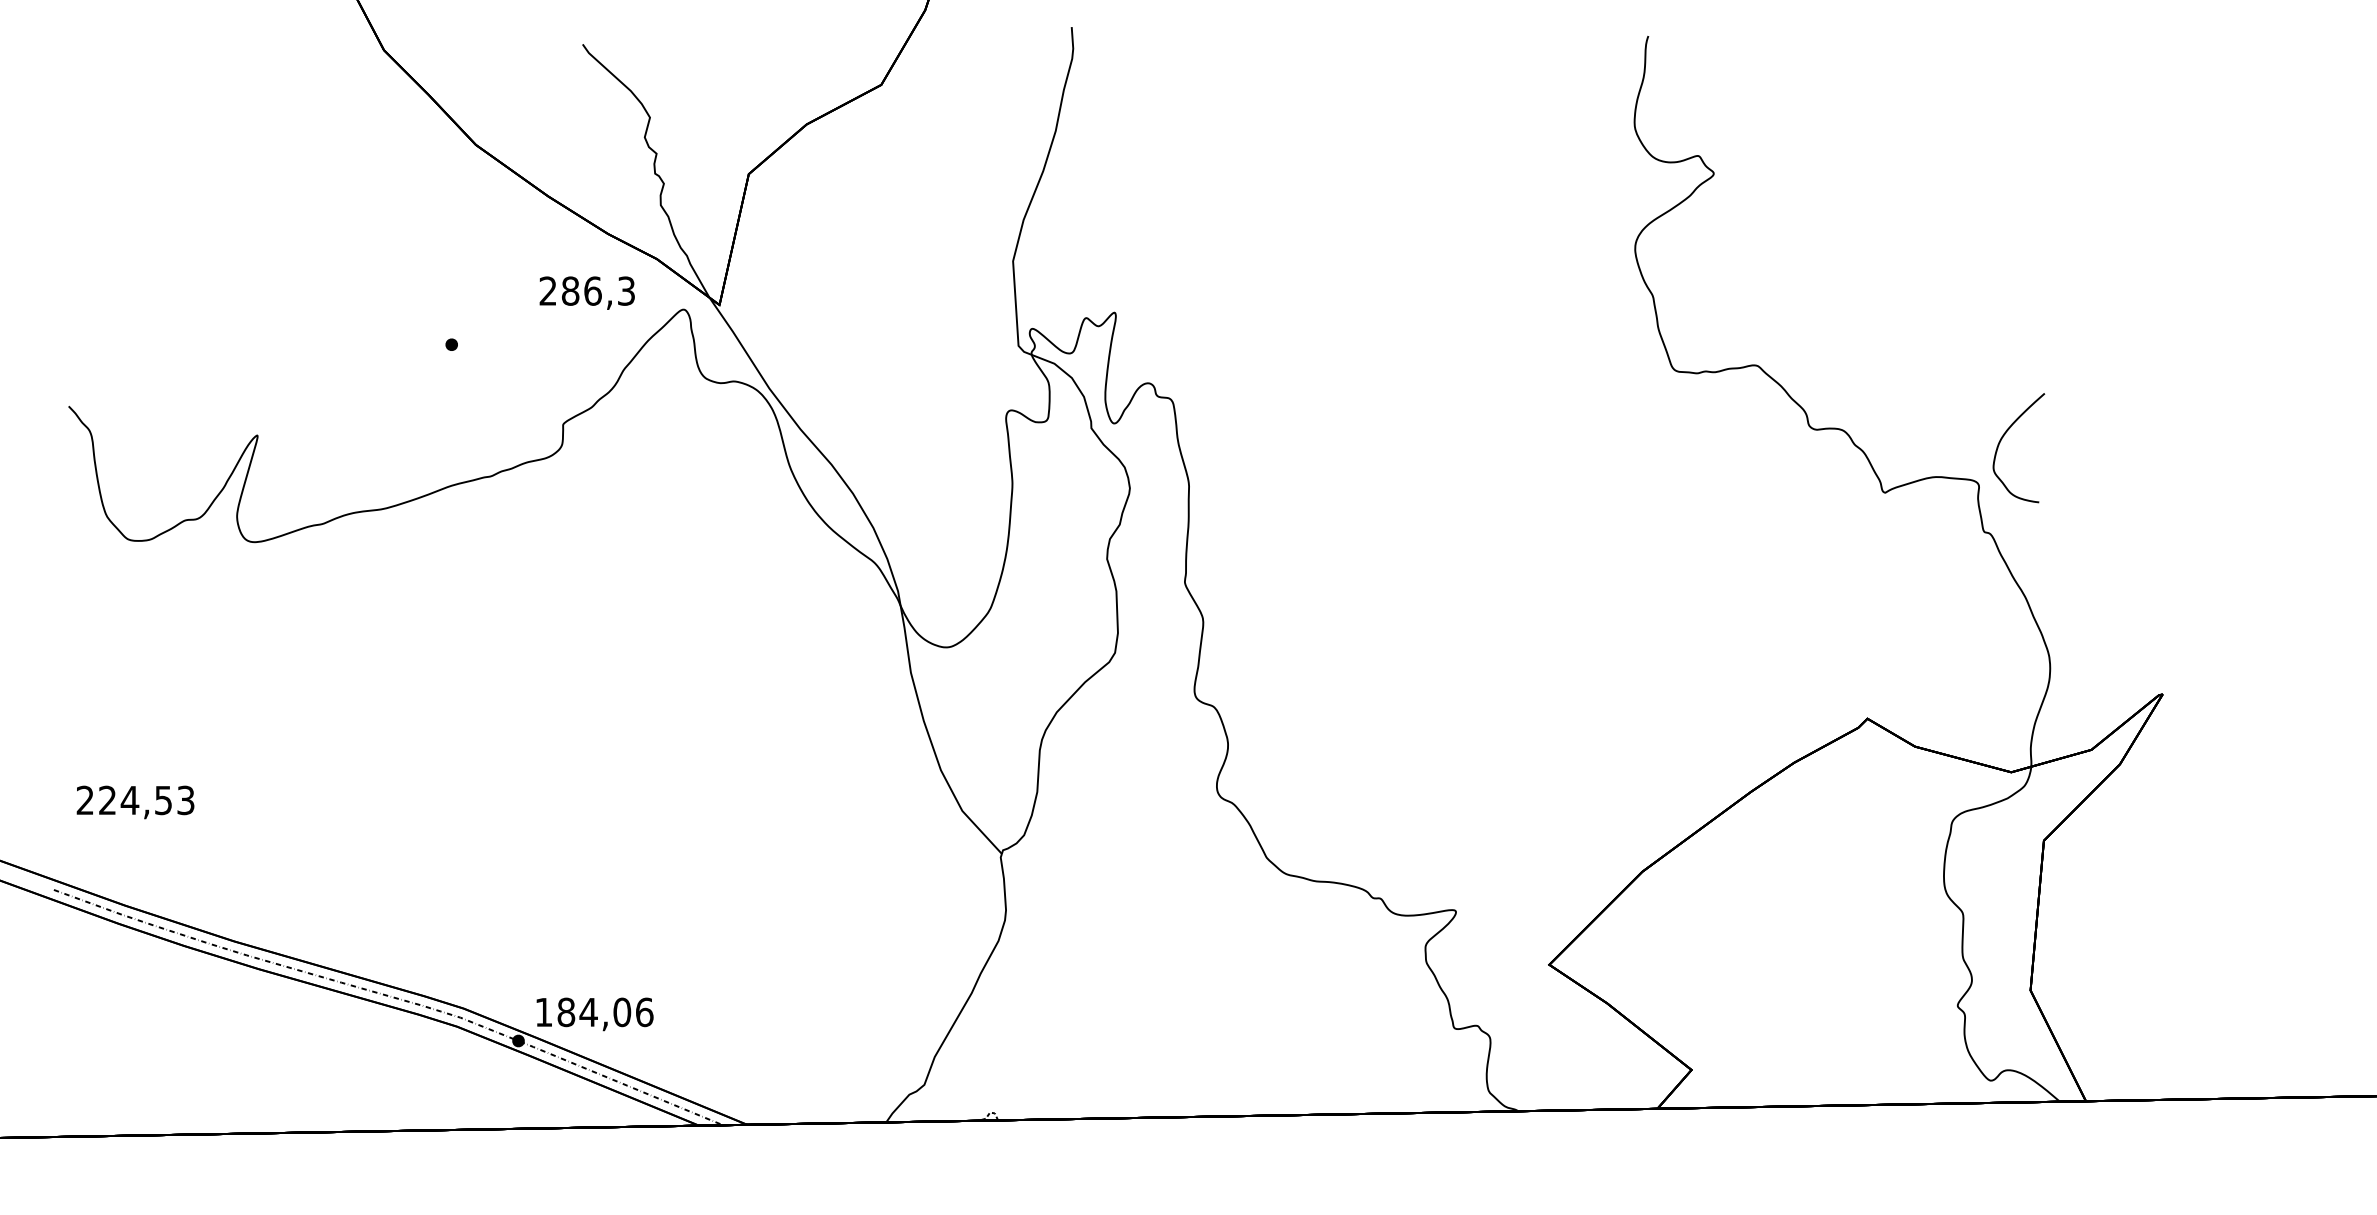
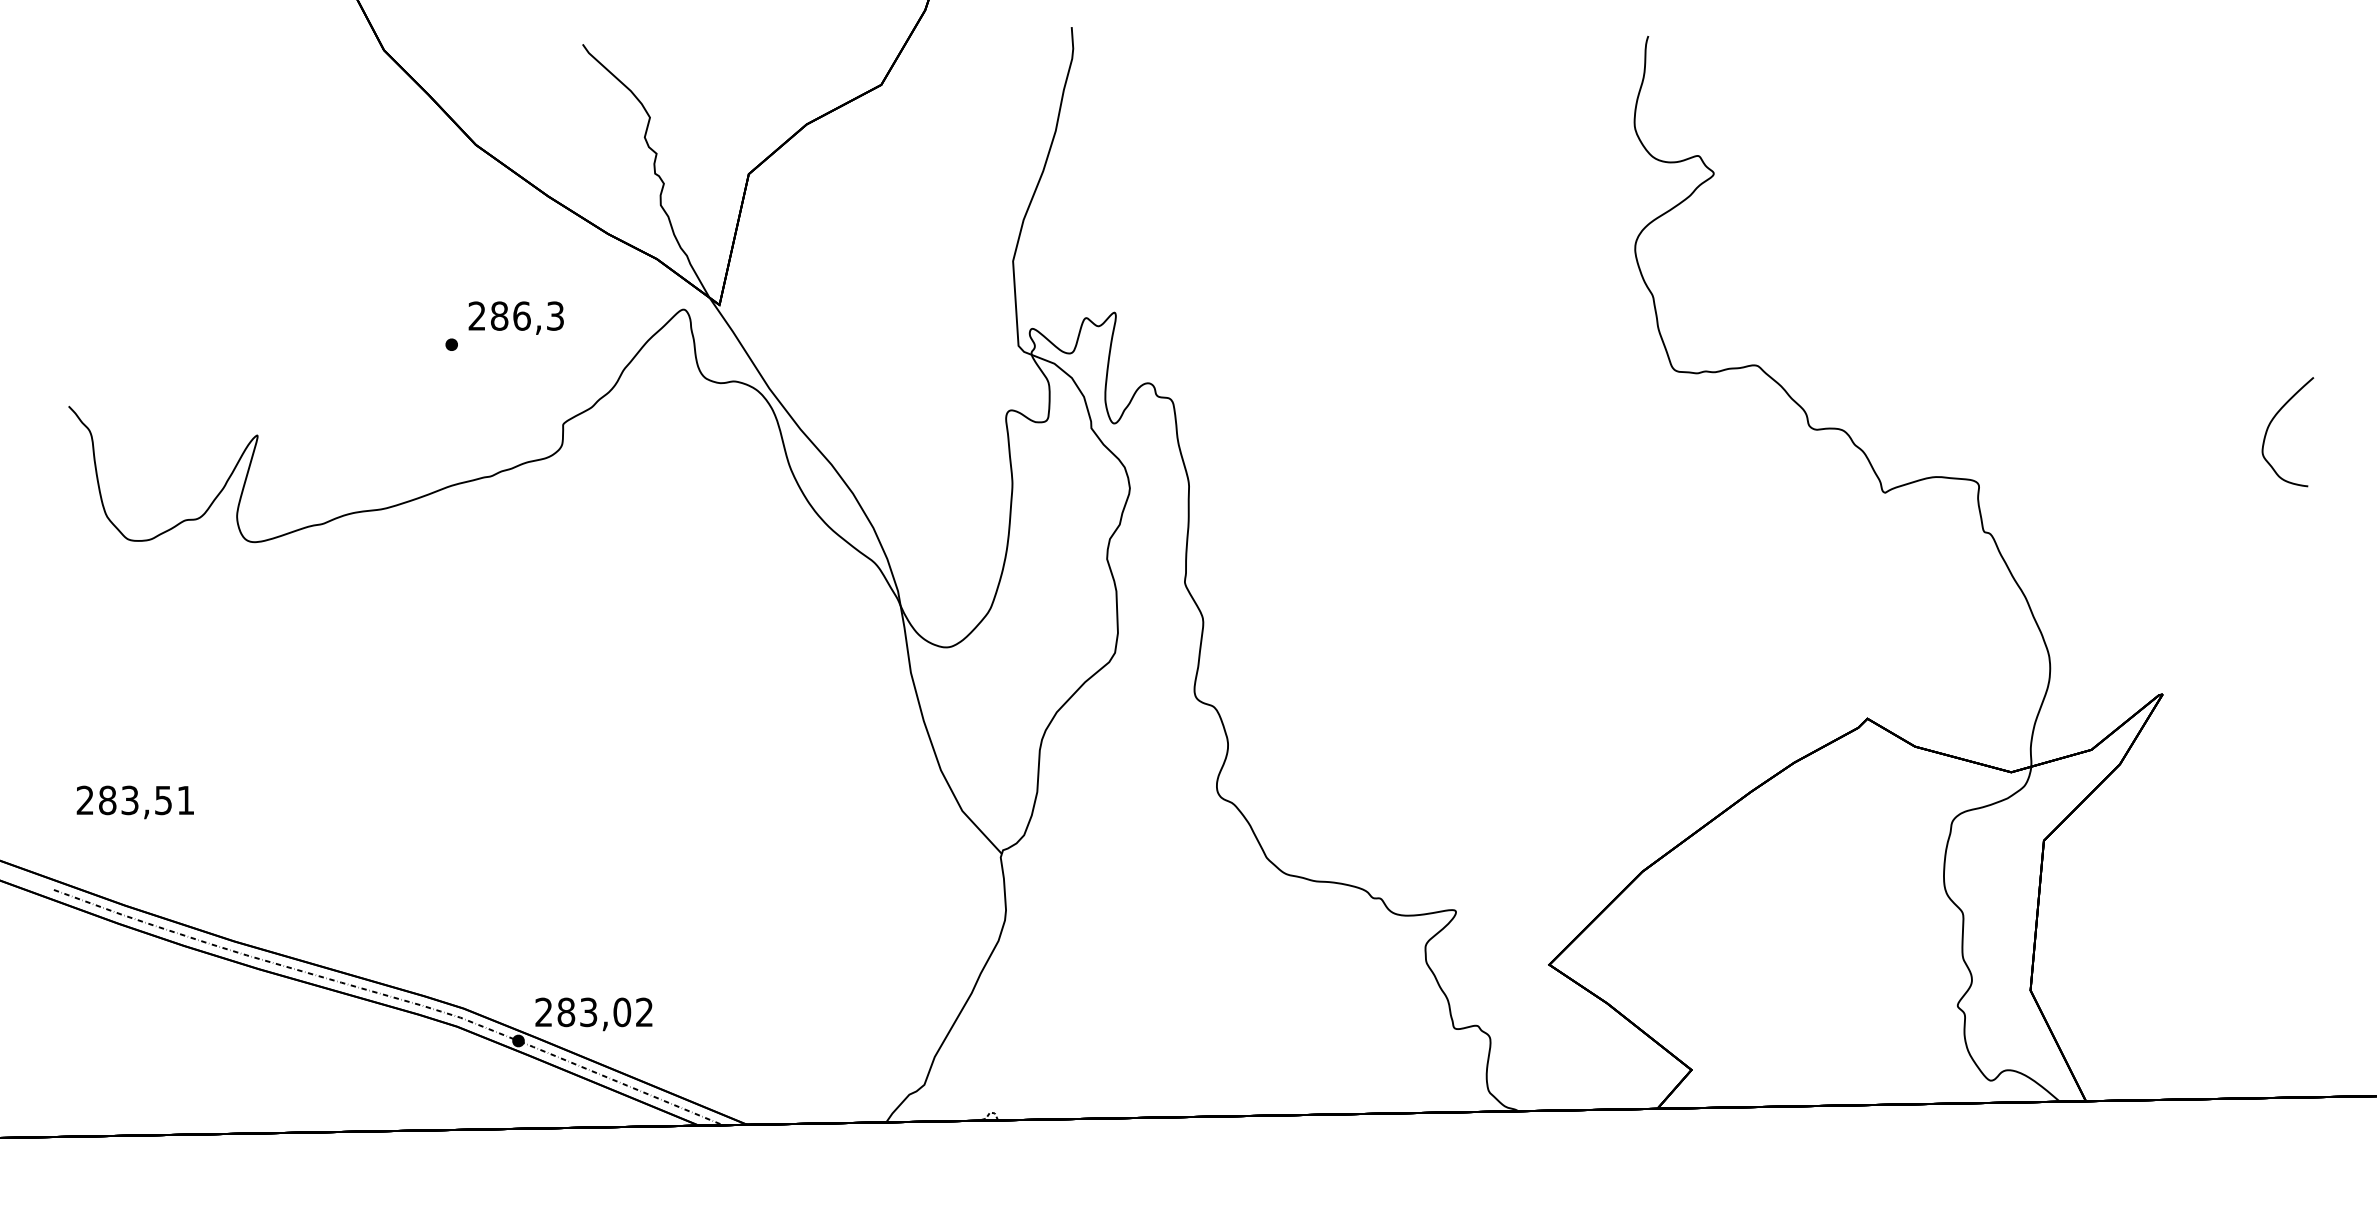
text at (586, 292) position: (586, 292) -> (515, 317)
curve at (2002, 439) position: (2002, 439) -> (2271, 423)
text at (146, 800): 224,53 -> 283,51
text at (594, 1012): 184,06 -> 283,02
